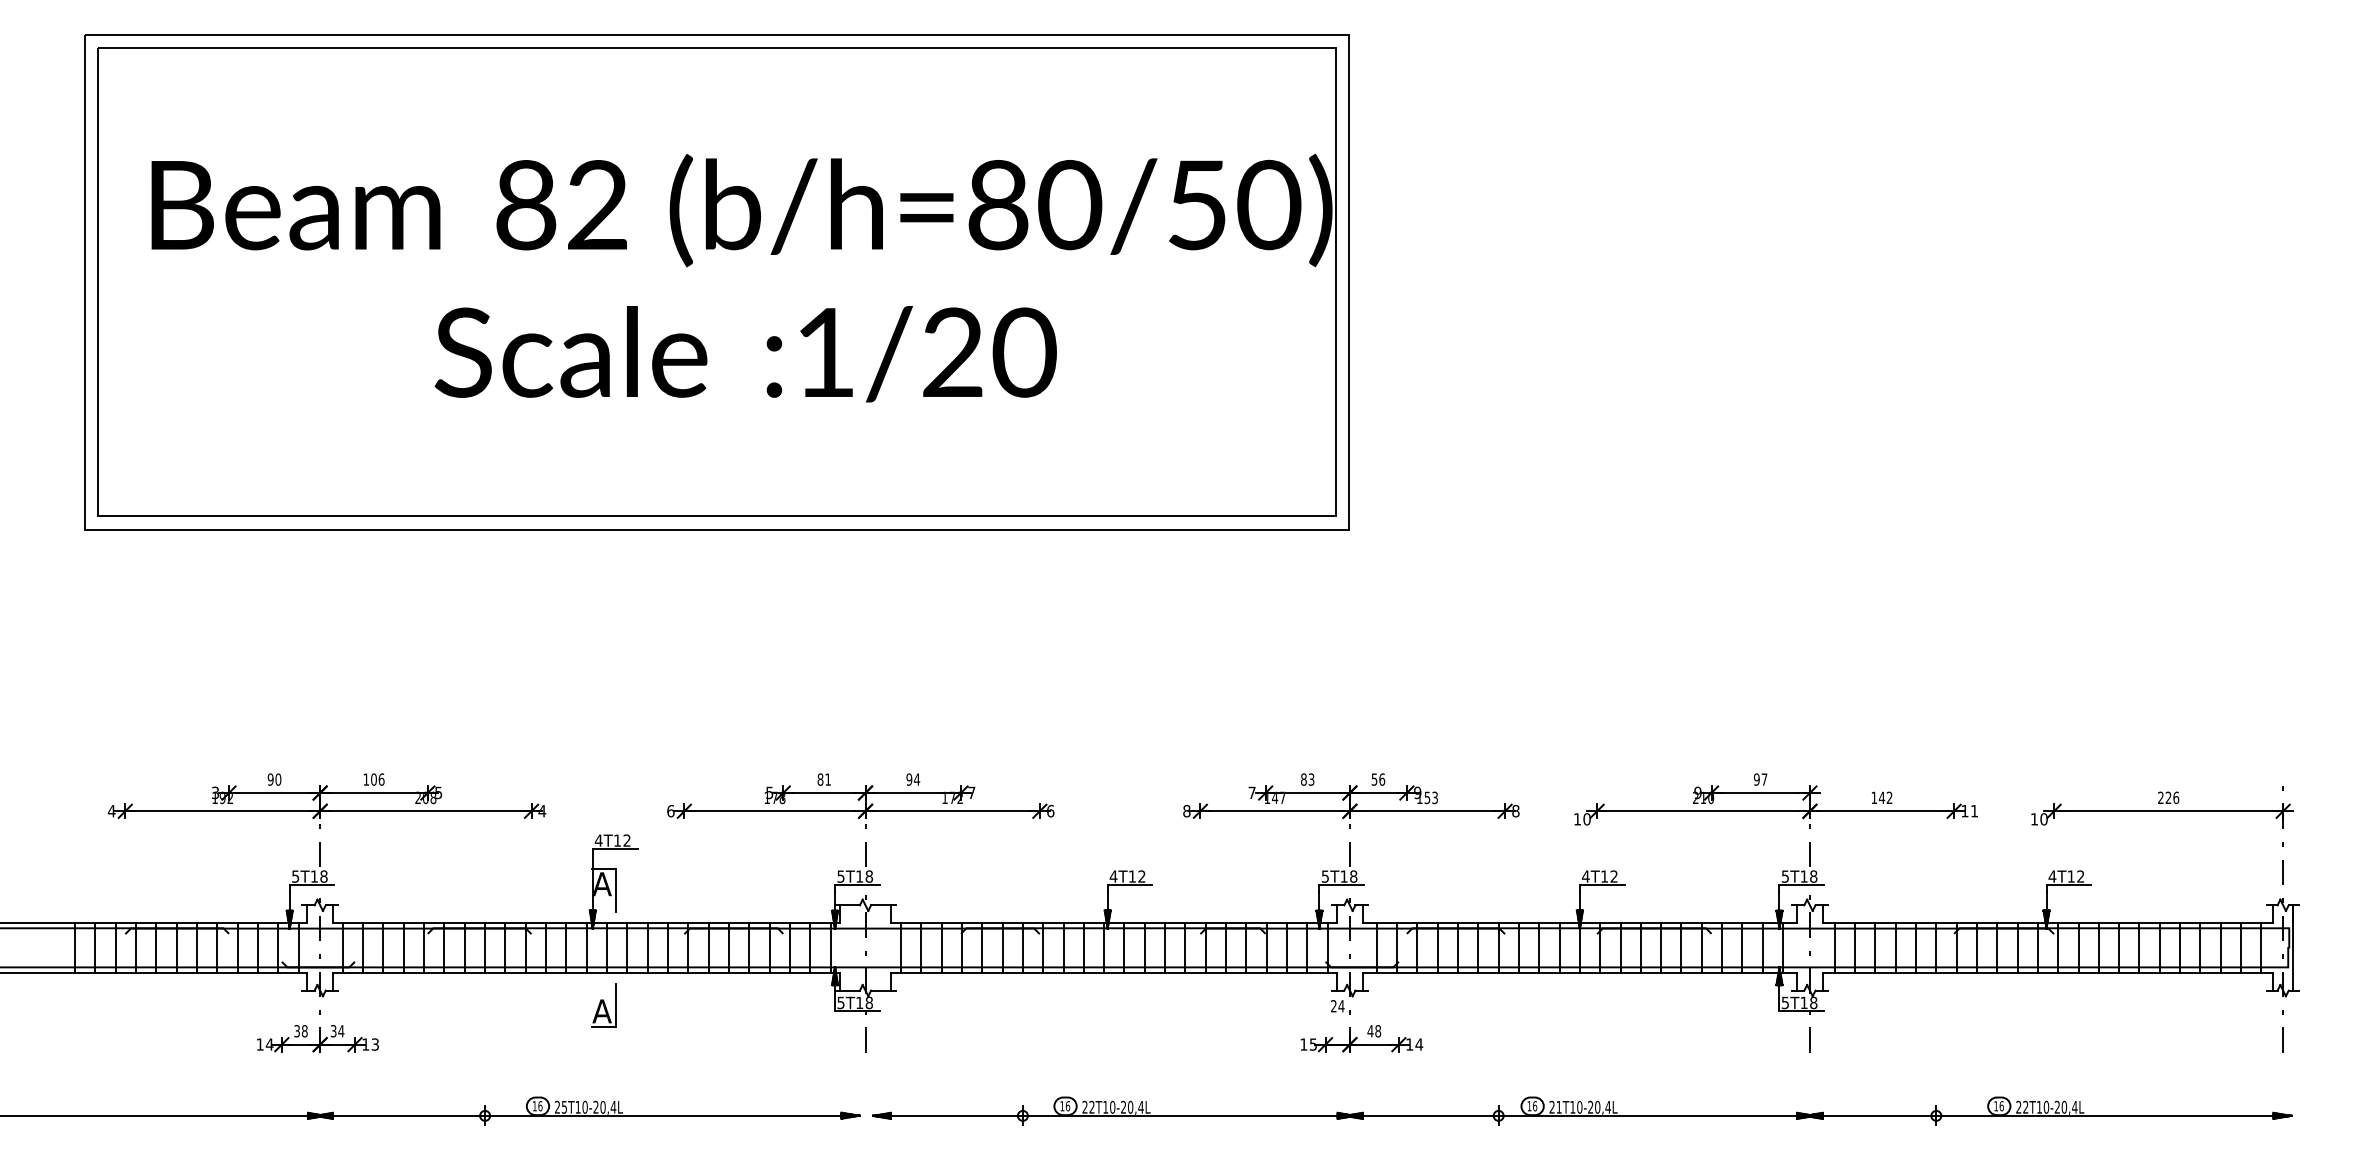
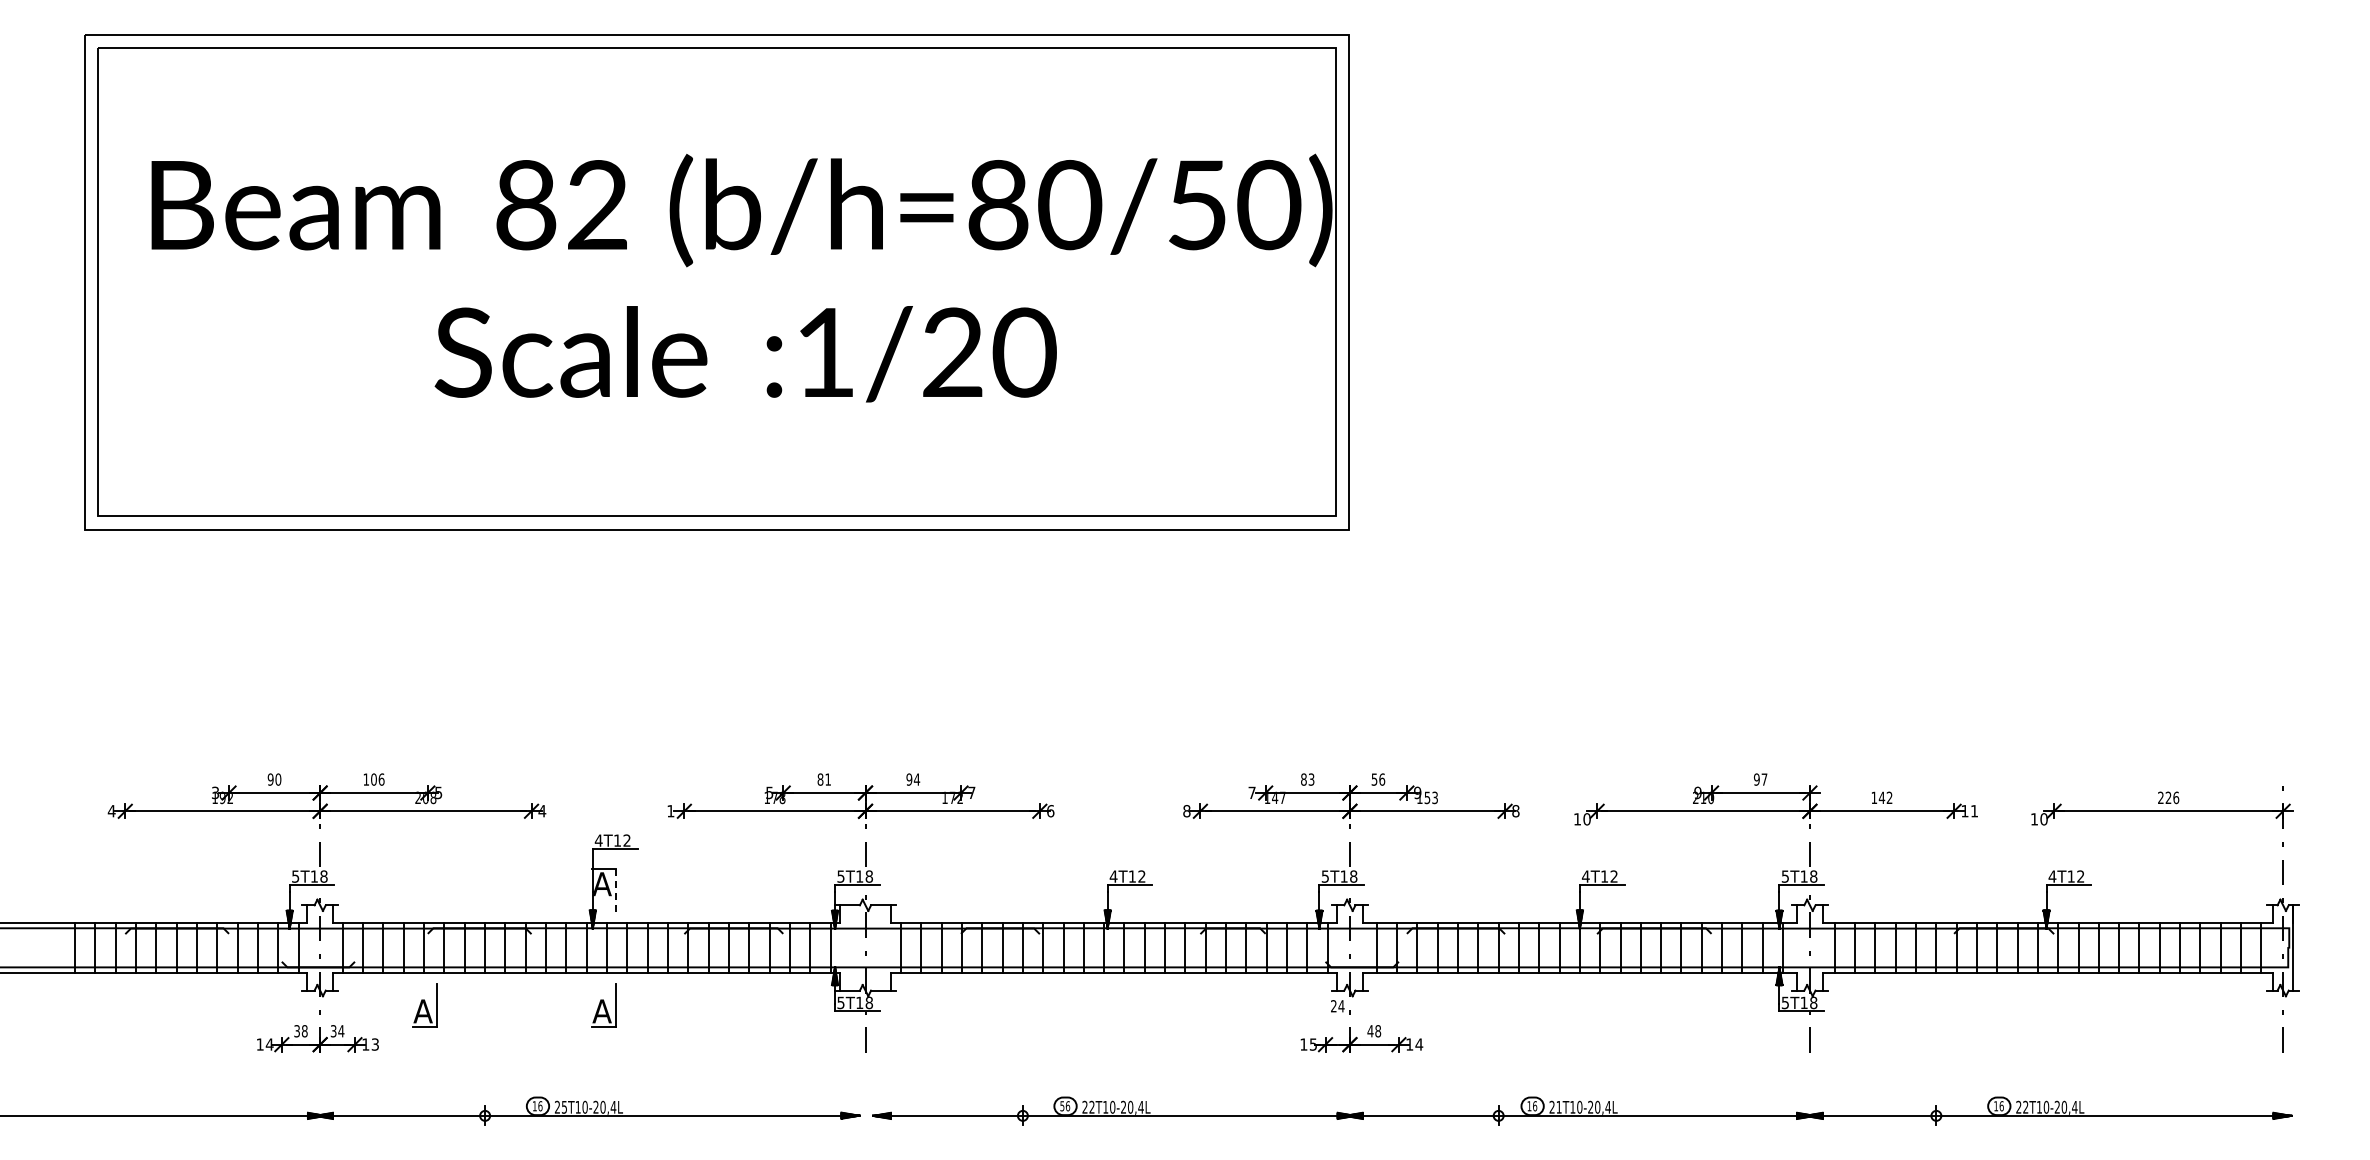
text at (670, 811): 6 -> 1
line at (615, 890): solid -> dashed
part at (424, 1005): none -> present
text at (1062, 1106): 16 -> 56
